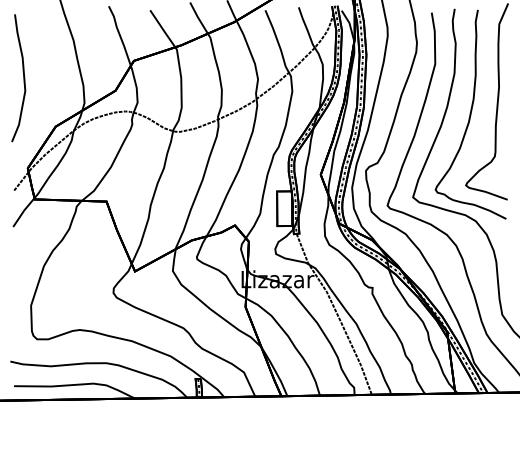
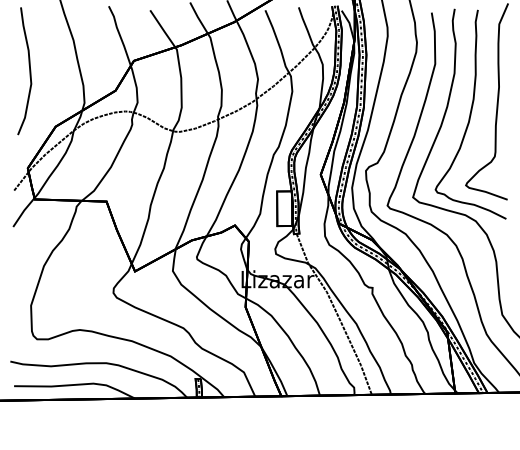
curve at (23, 78) position: (23, 78) -> (29, 71)
